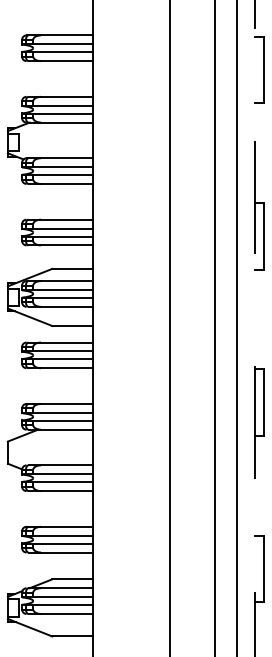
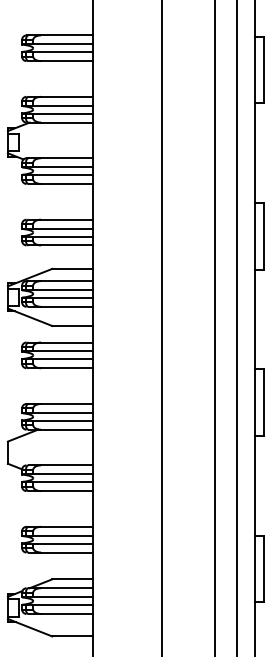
line at (170, 327) position: (170, 327) -> (162, 327)
line at (254, 328): dashed -> solid
